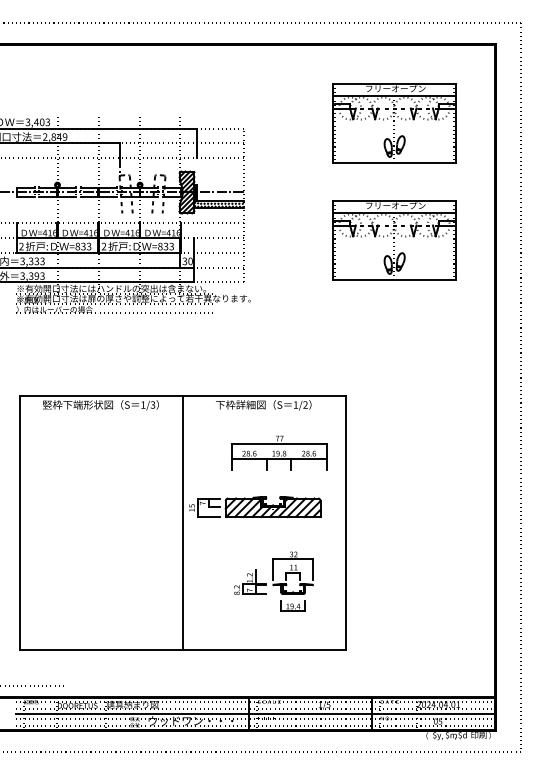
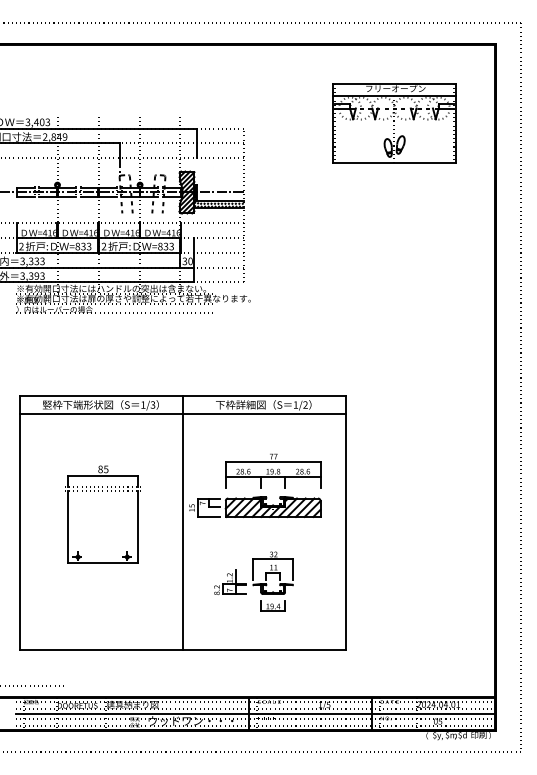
part at (394, 240): present -> none
line at (182, 413): none -> present
part at (279, 452) position: (279, 452) -> (273, 470)
part at (102, 491): none -> present
part at (273, 581) position: (273, 581) -> (253, 581)
